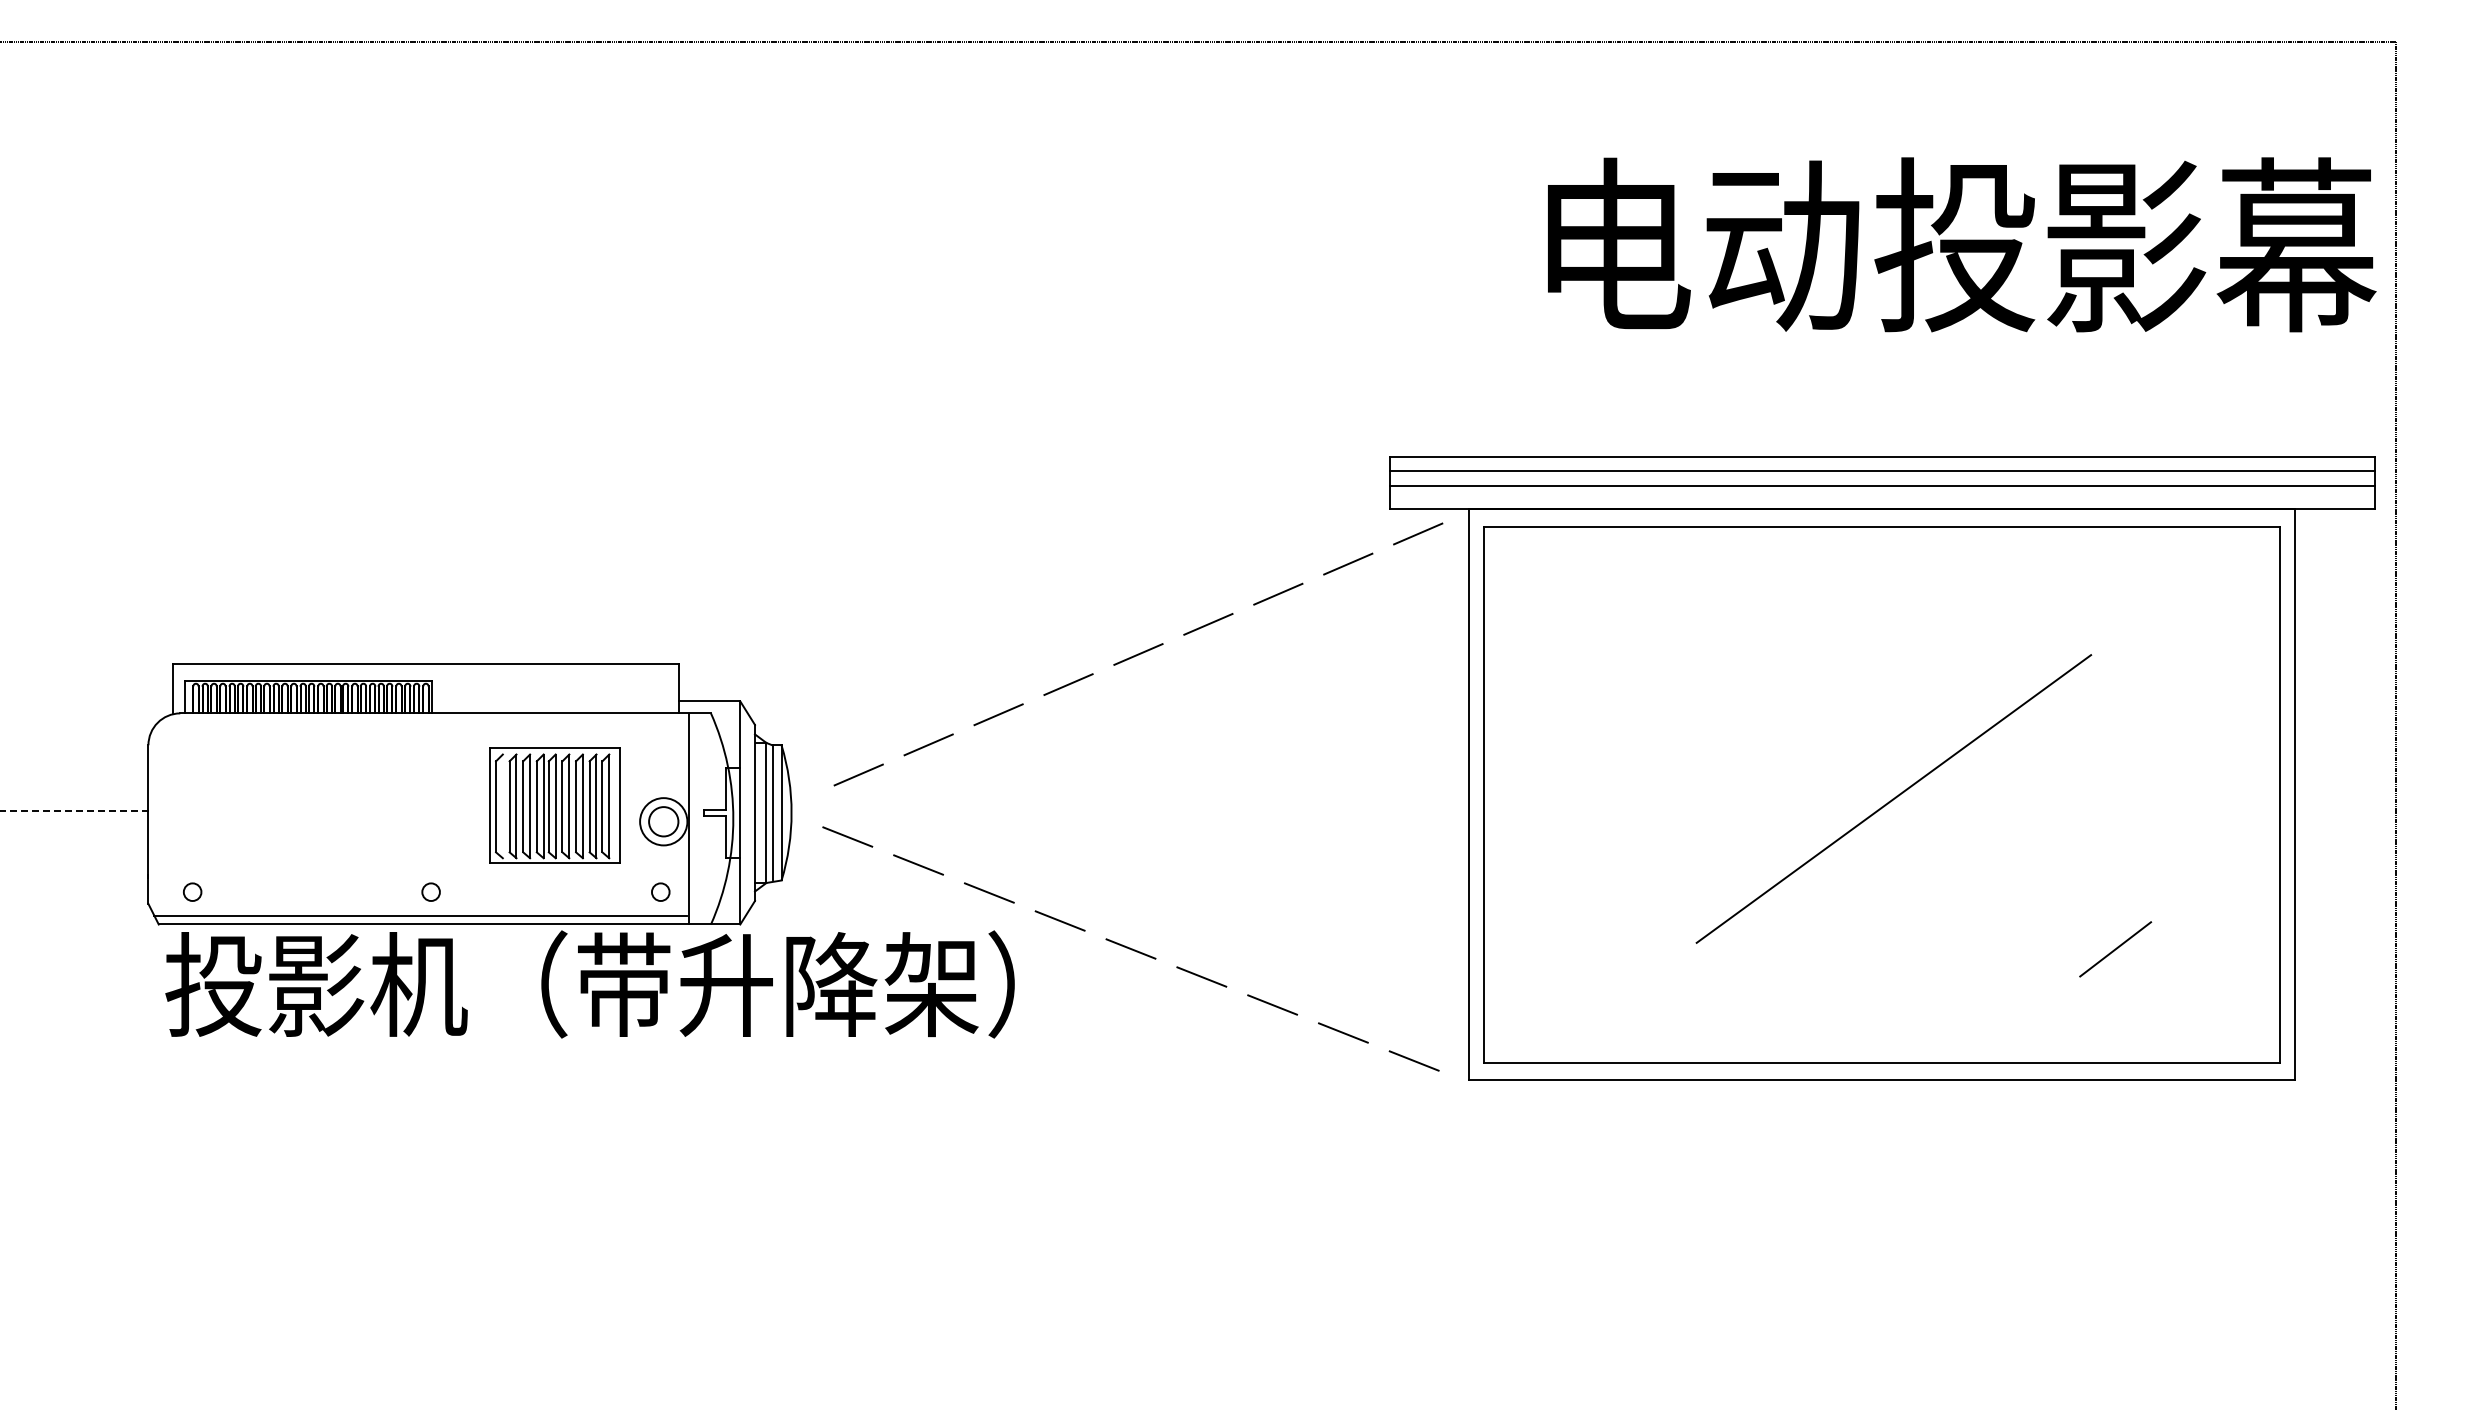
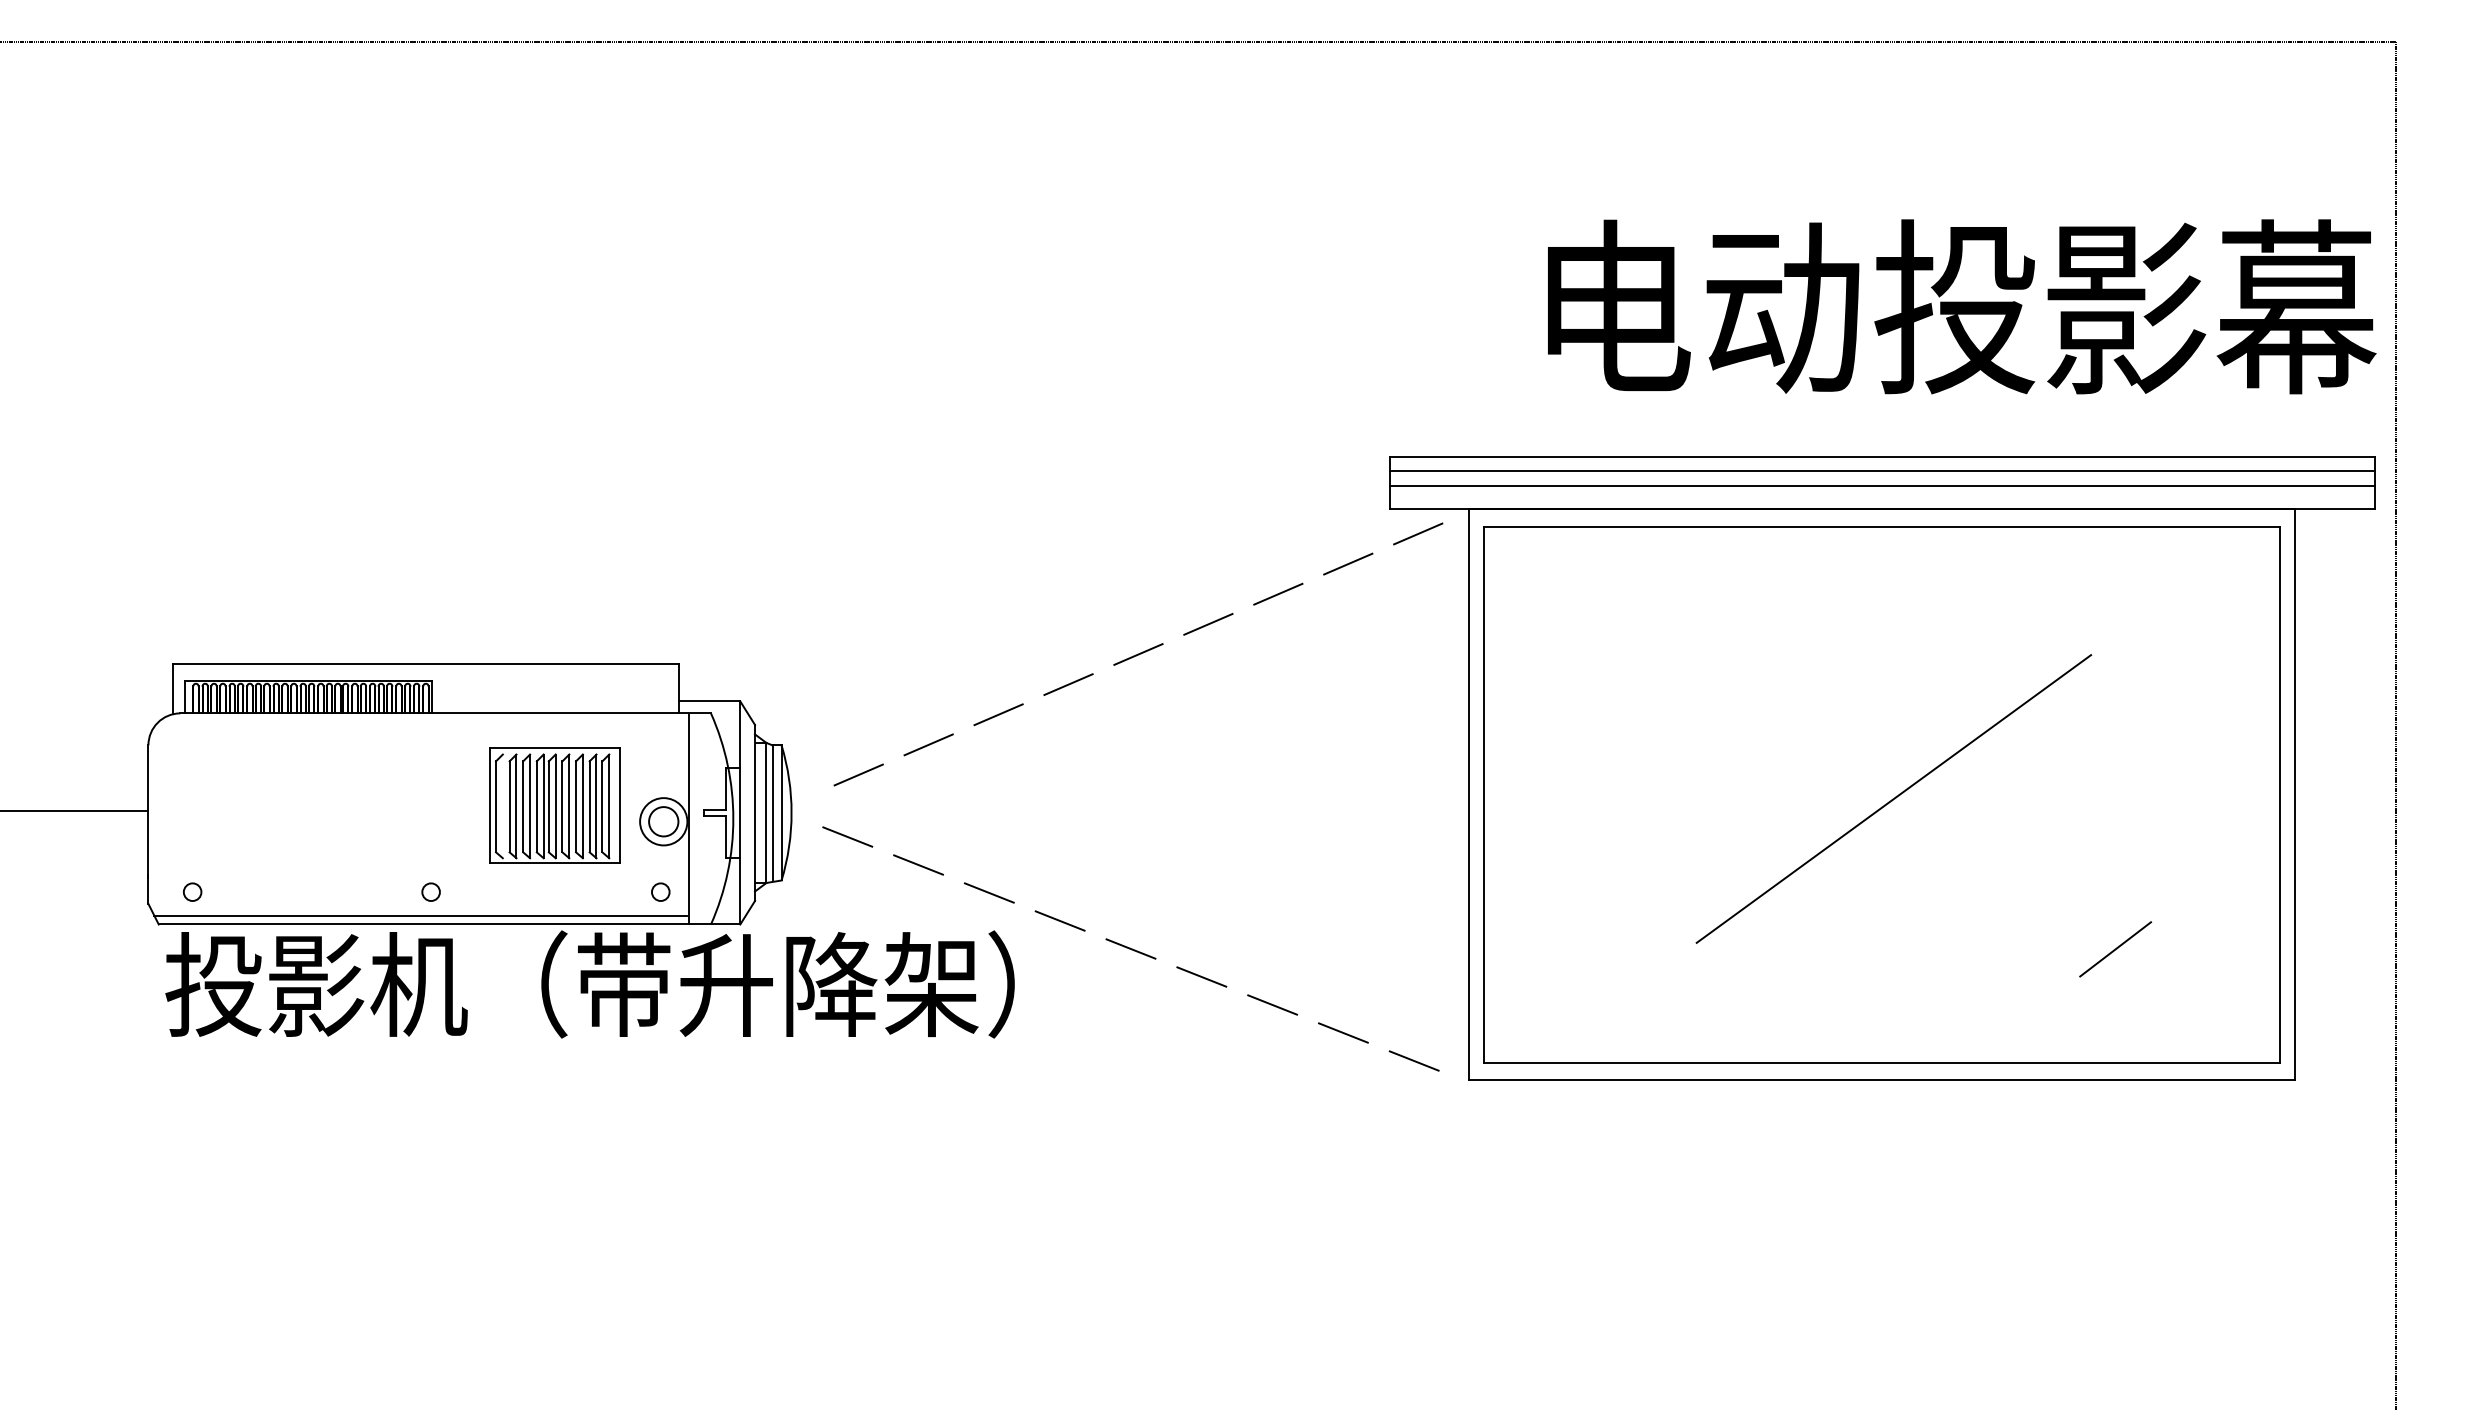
text at (1962, 244) position: (1962, 244) -> (1962, 306)
line at (74, 811): dashed -> solid
